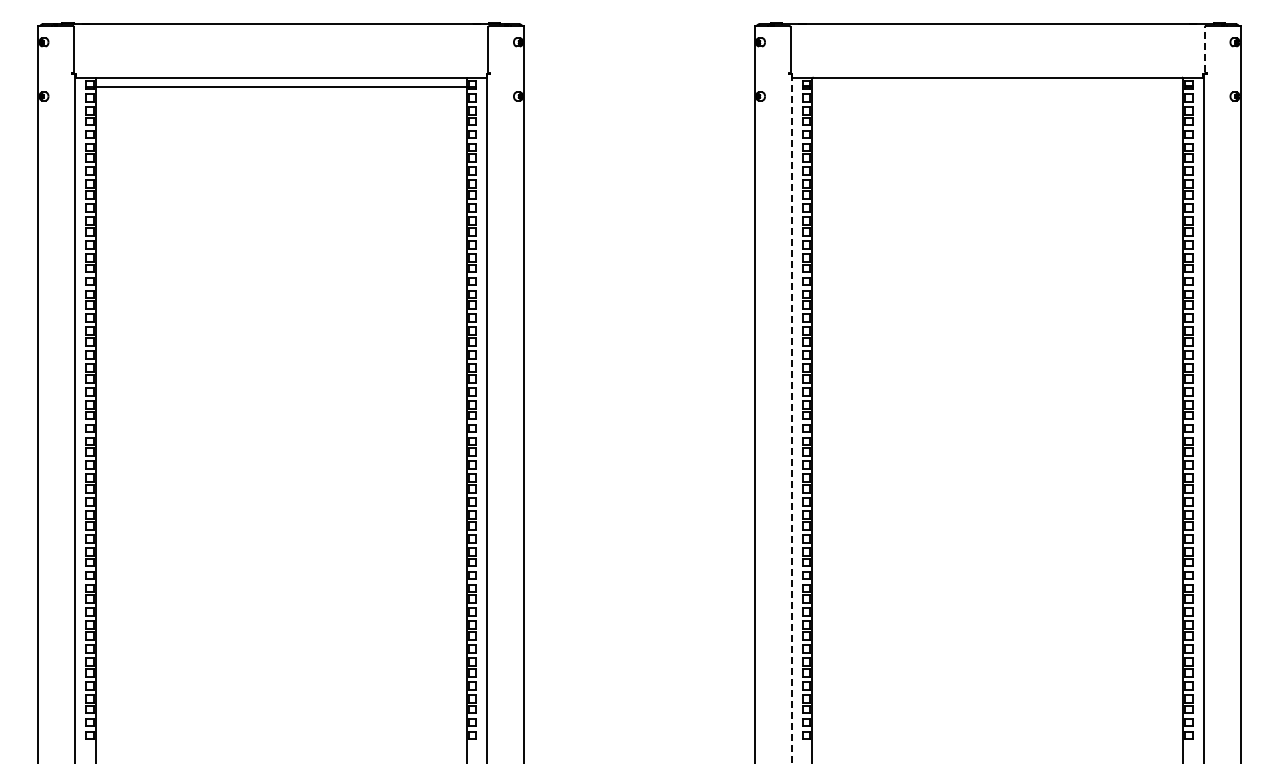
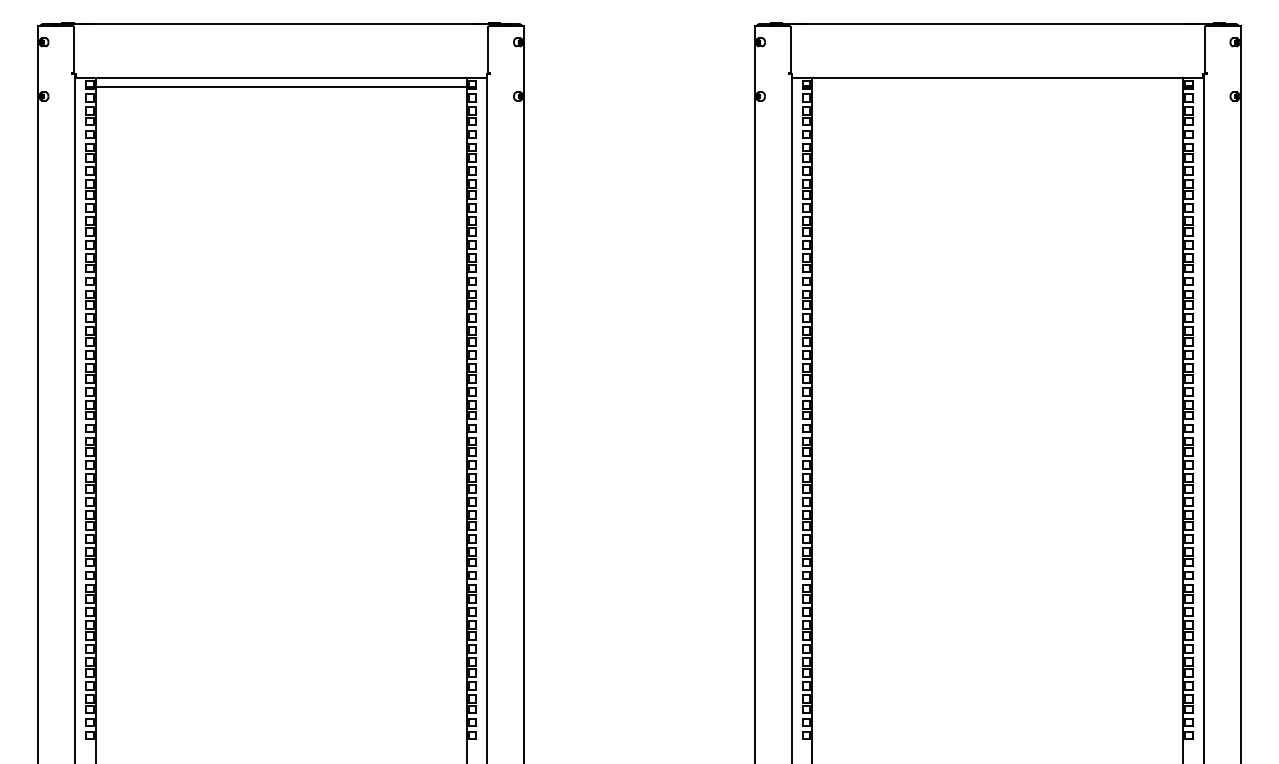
line at (1205, 49): dashed -> solid
line at (791, 419): dashed -> solid
